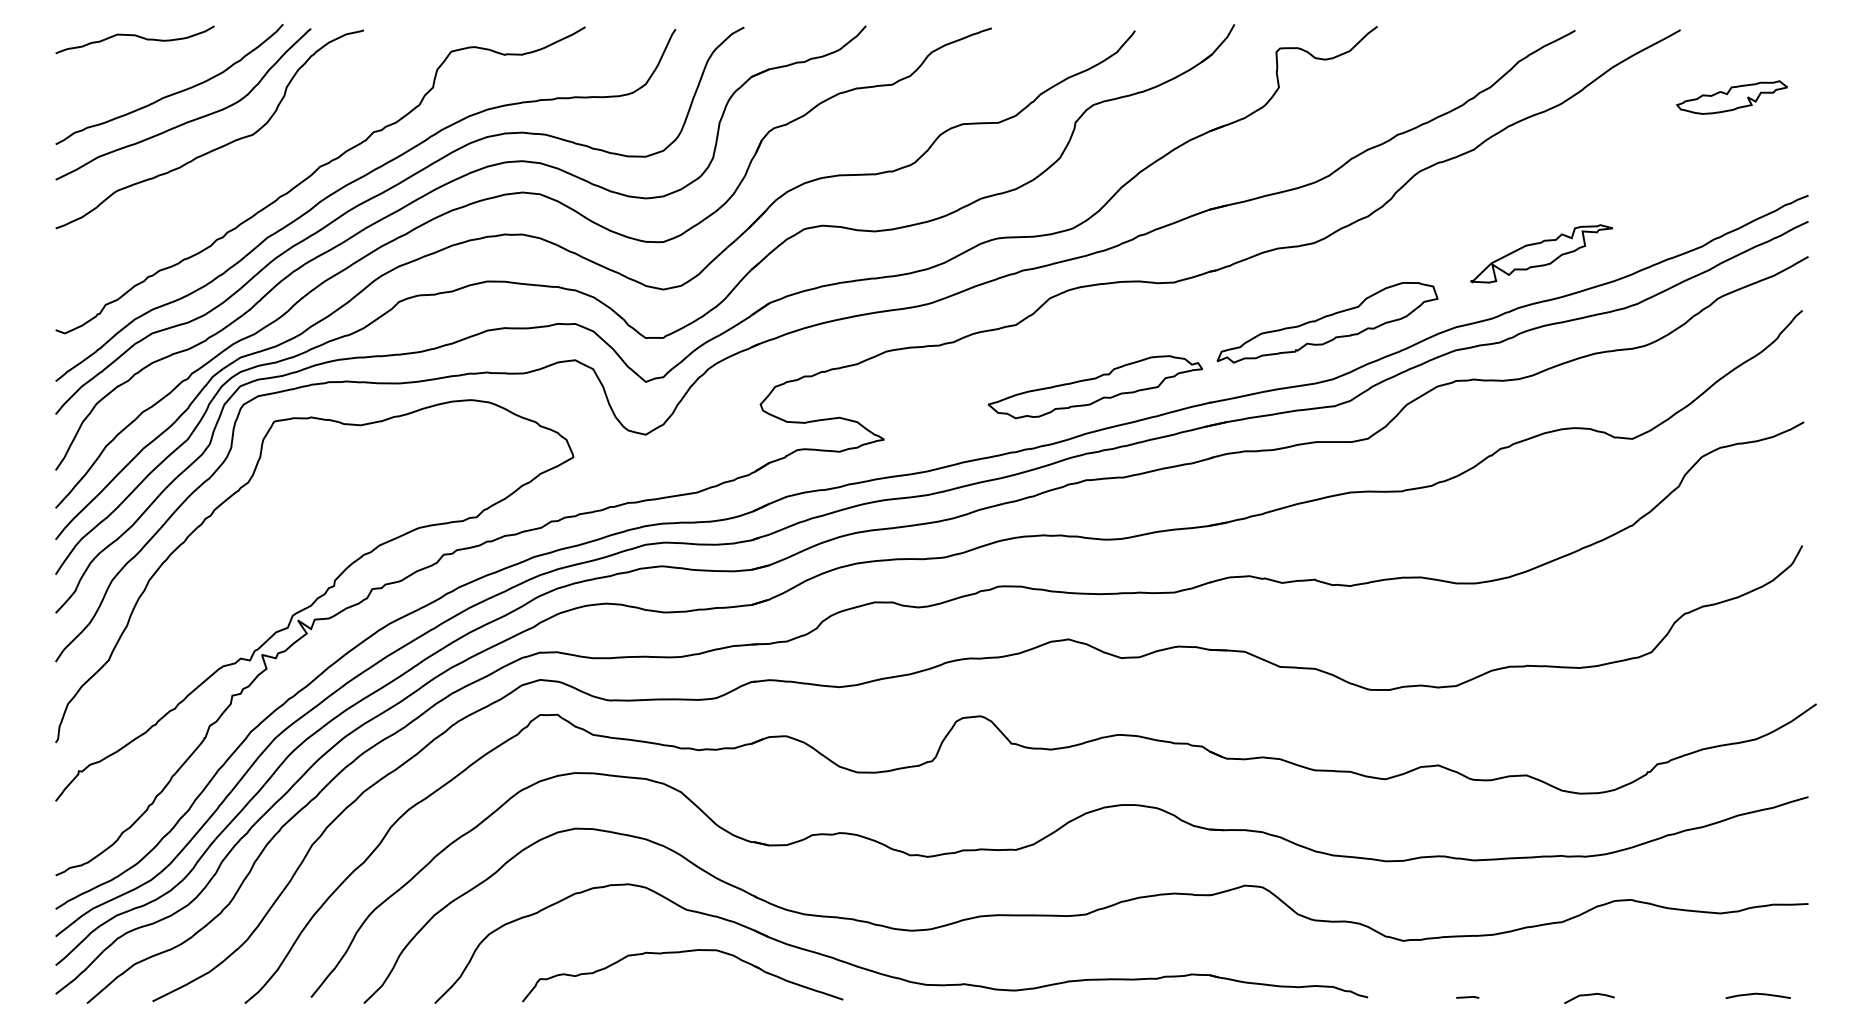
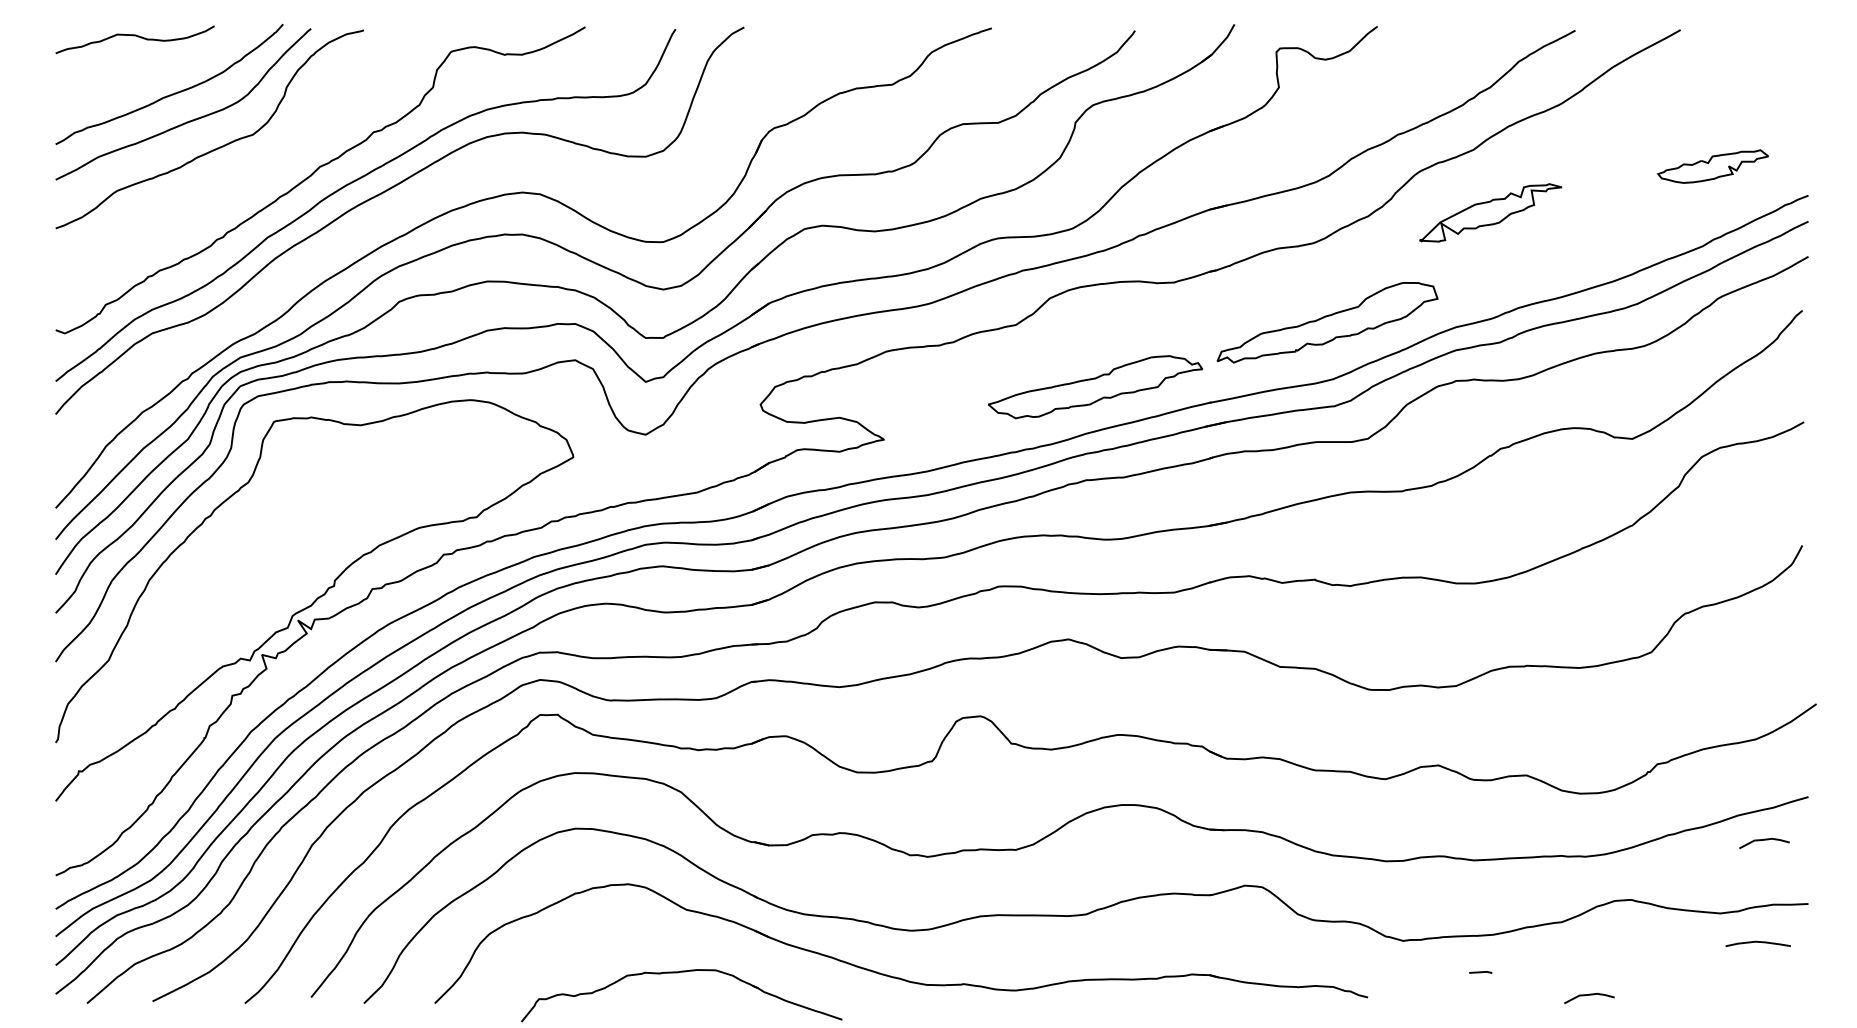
part at (1731, 97) position: (1731, 97) -> (1712, 166)
part at (432, 192): present -> none
part at (1541, 253) position: (1541, 253) -> (1490, 212)
curve at (1764, 840): none -> present
part at (679, 953) position: (679, 953) -> (678, 973)
curve at (1757, 994) position: (1757, 994) -> (1757, 942)
line at (1467, 997) position: (1467, 997) -> (1480, 972)
